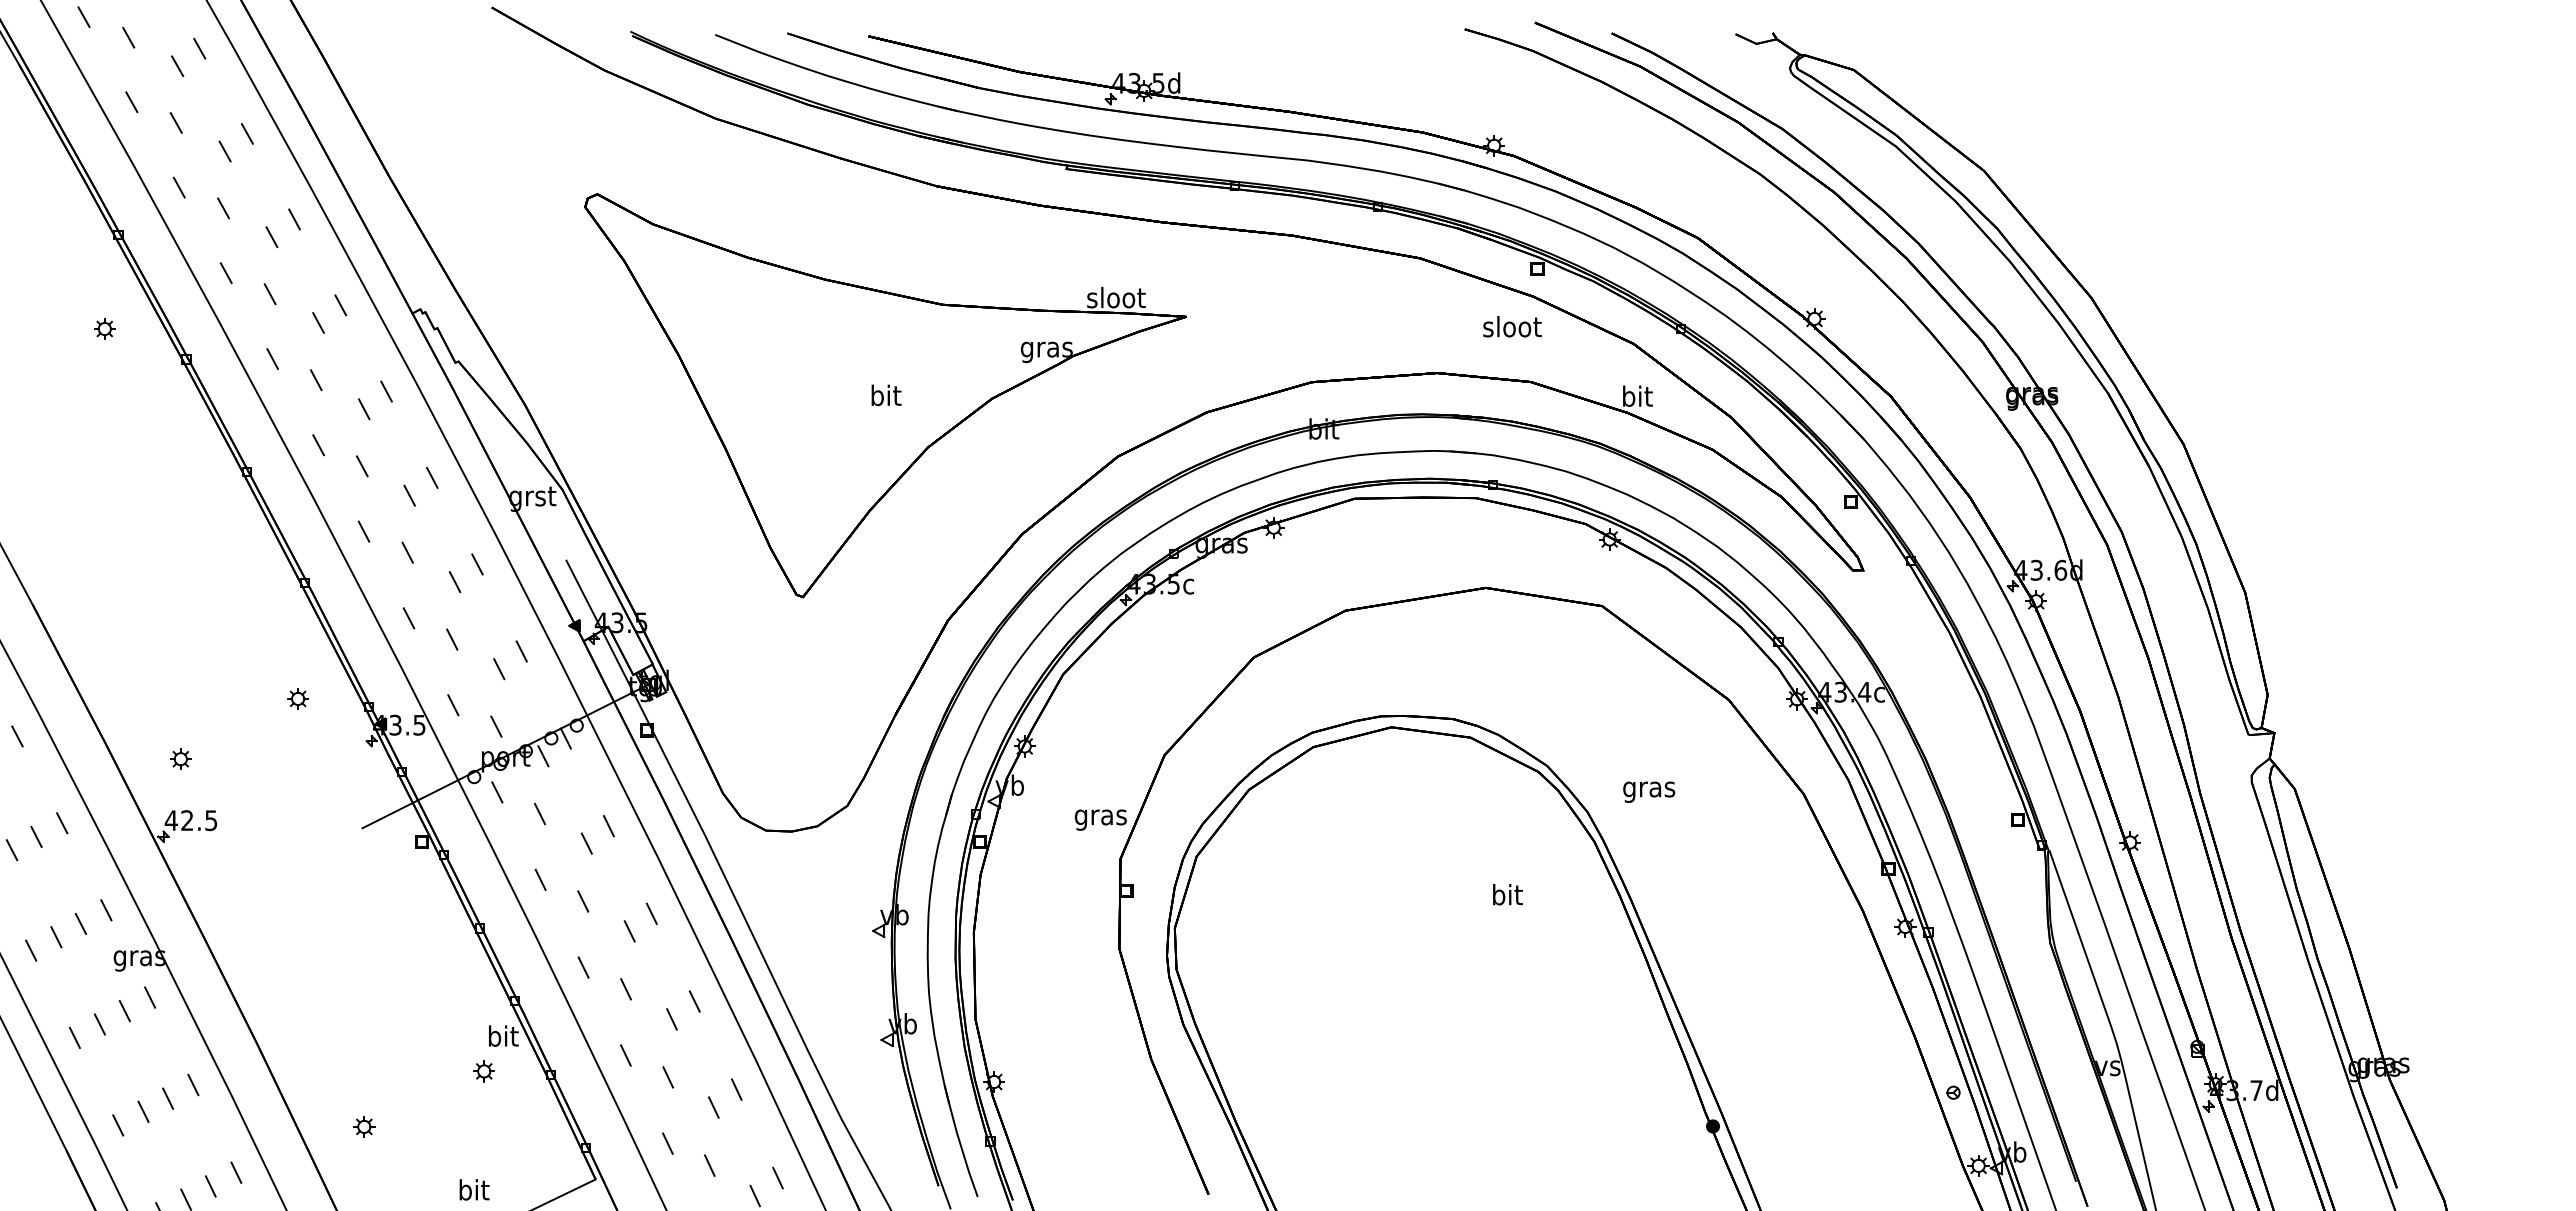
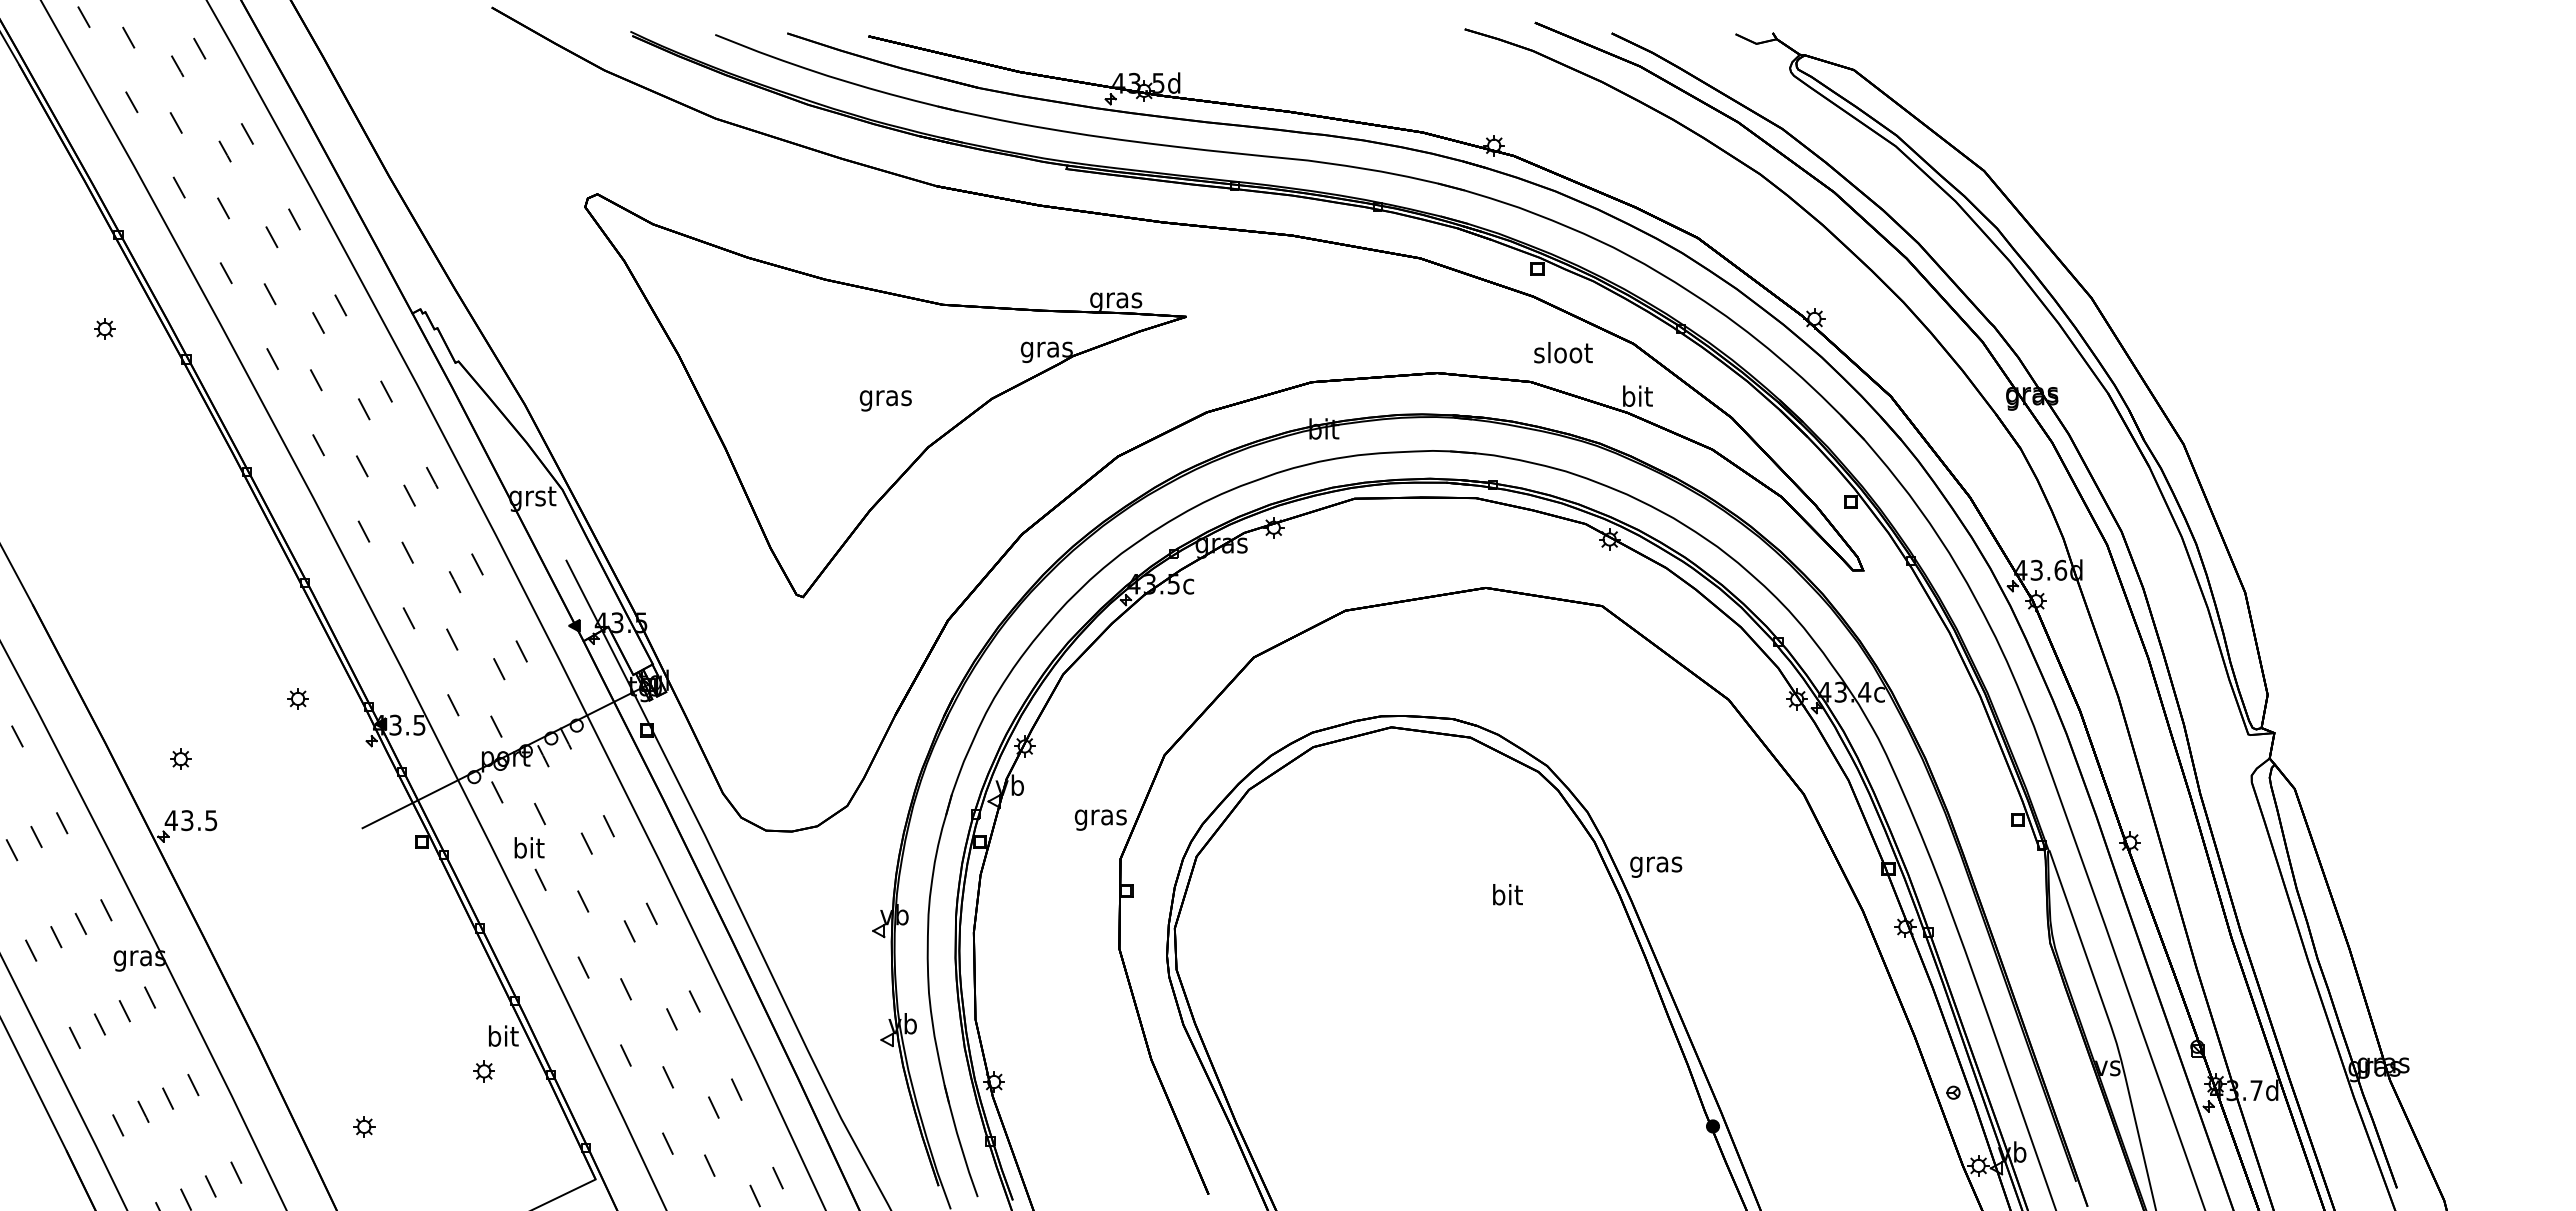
text at (1116, 299): sloot -> gras
text at (1512, 326) position: (1512, 326) -> (1563, 352)
text at (885, 397): bit -> gras
text at (1649, 791) position: (1649, 791) -> (1656, 866)
text at (187, 820): 42.5 -> 43.5
text at (474, 1189) position: (474, 1189) -> (529, 847)
